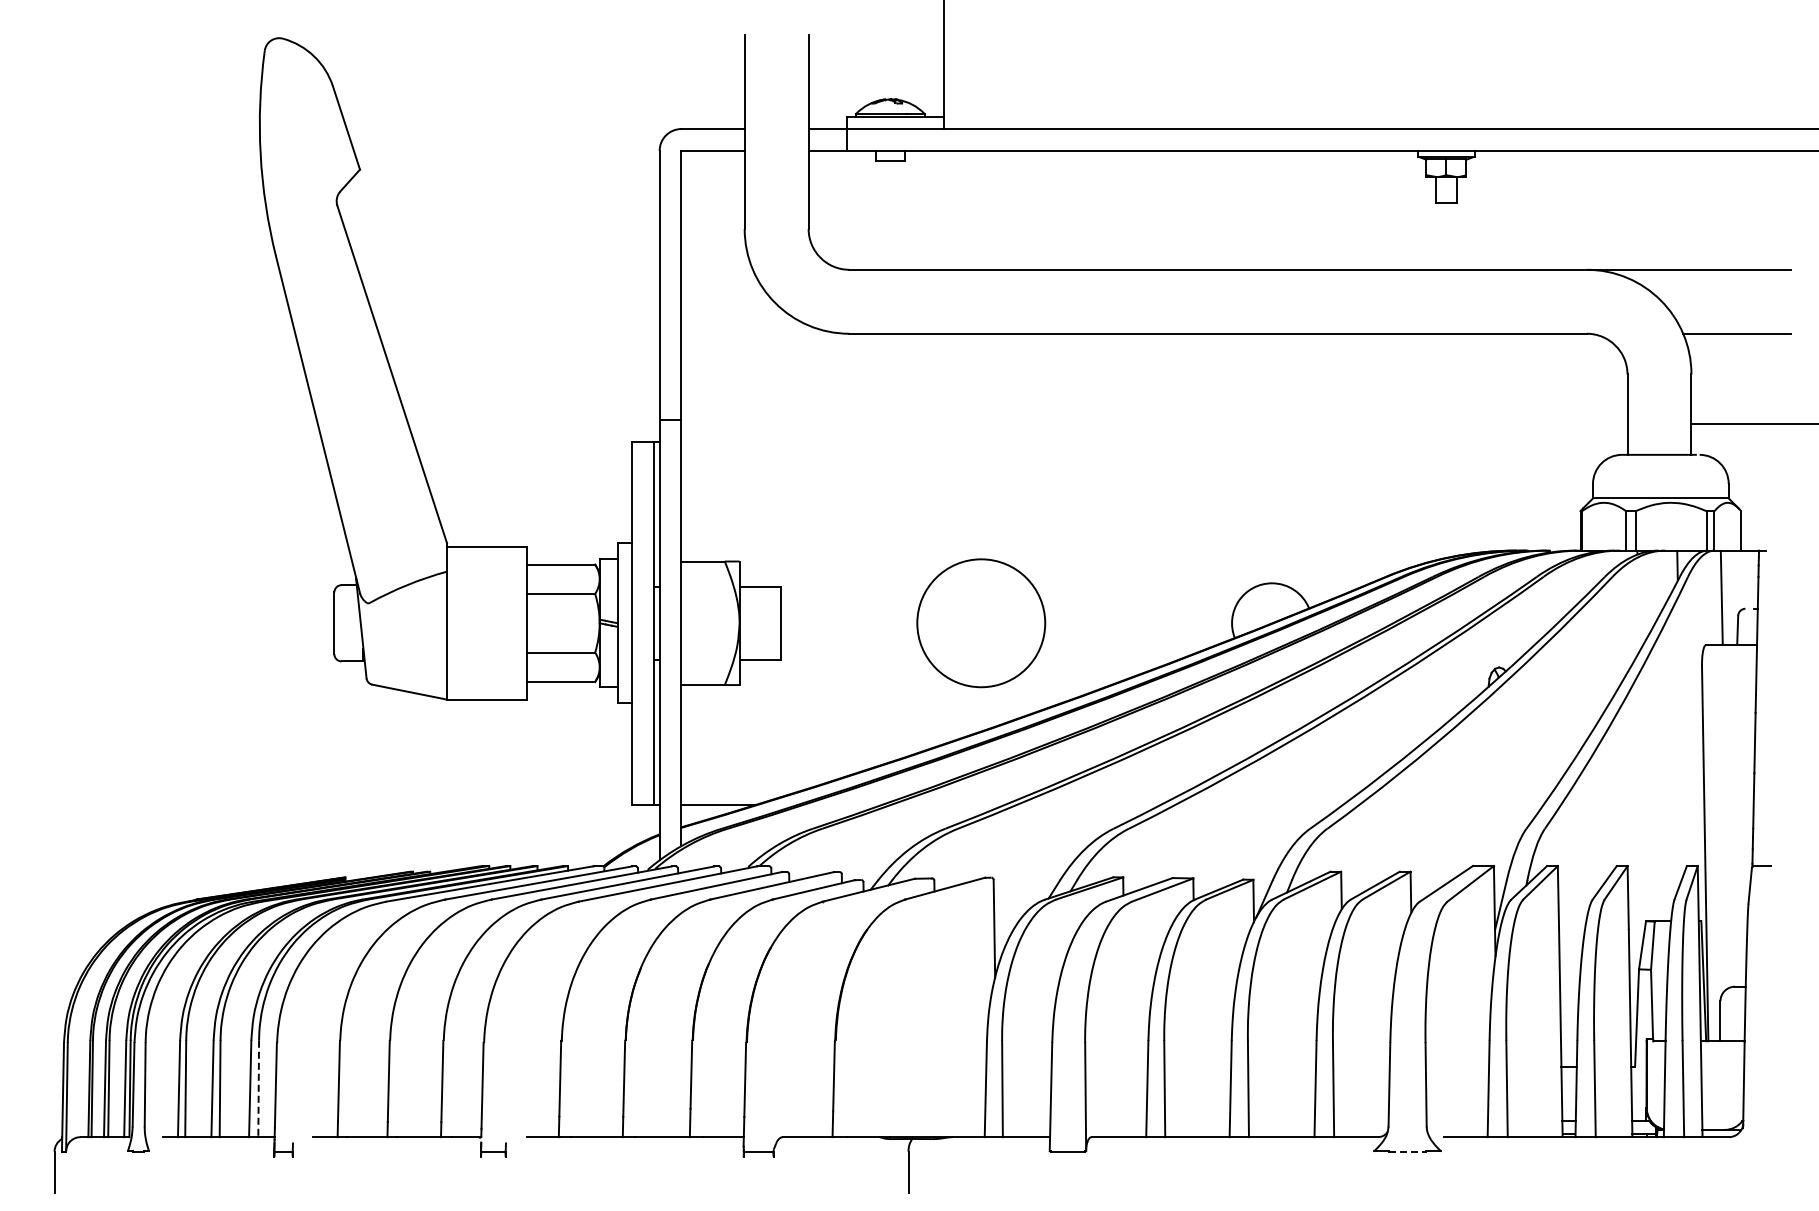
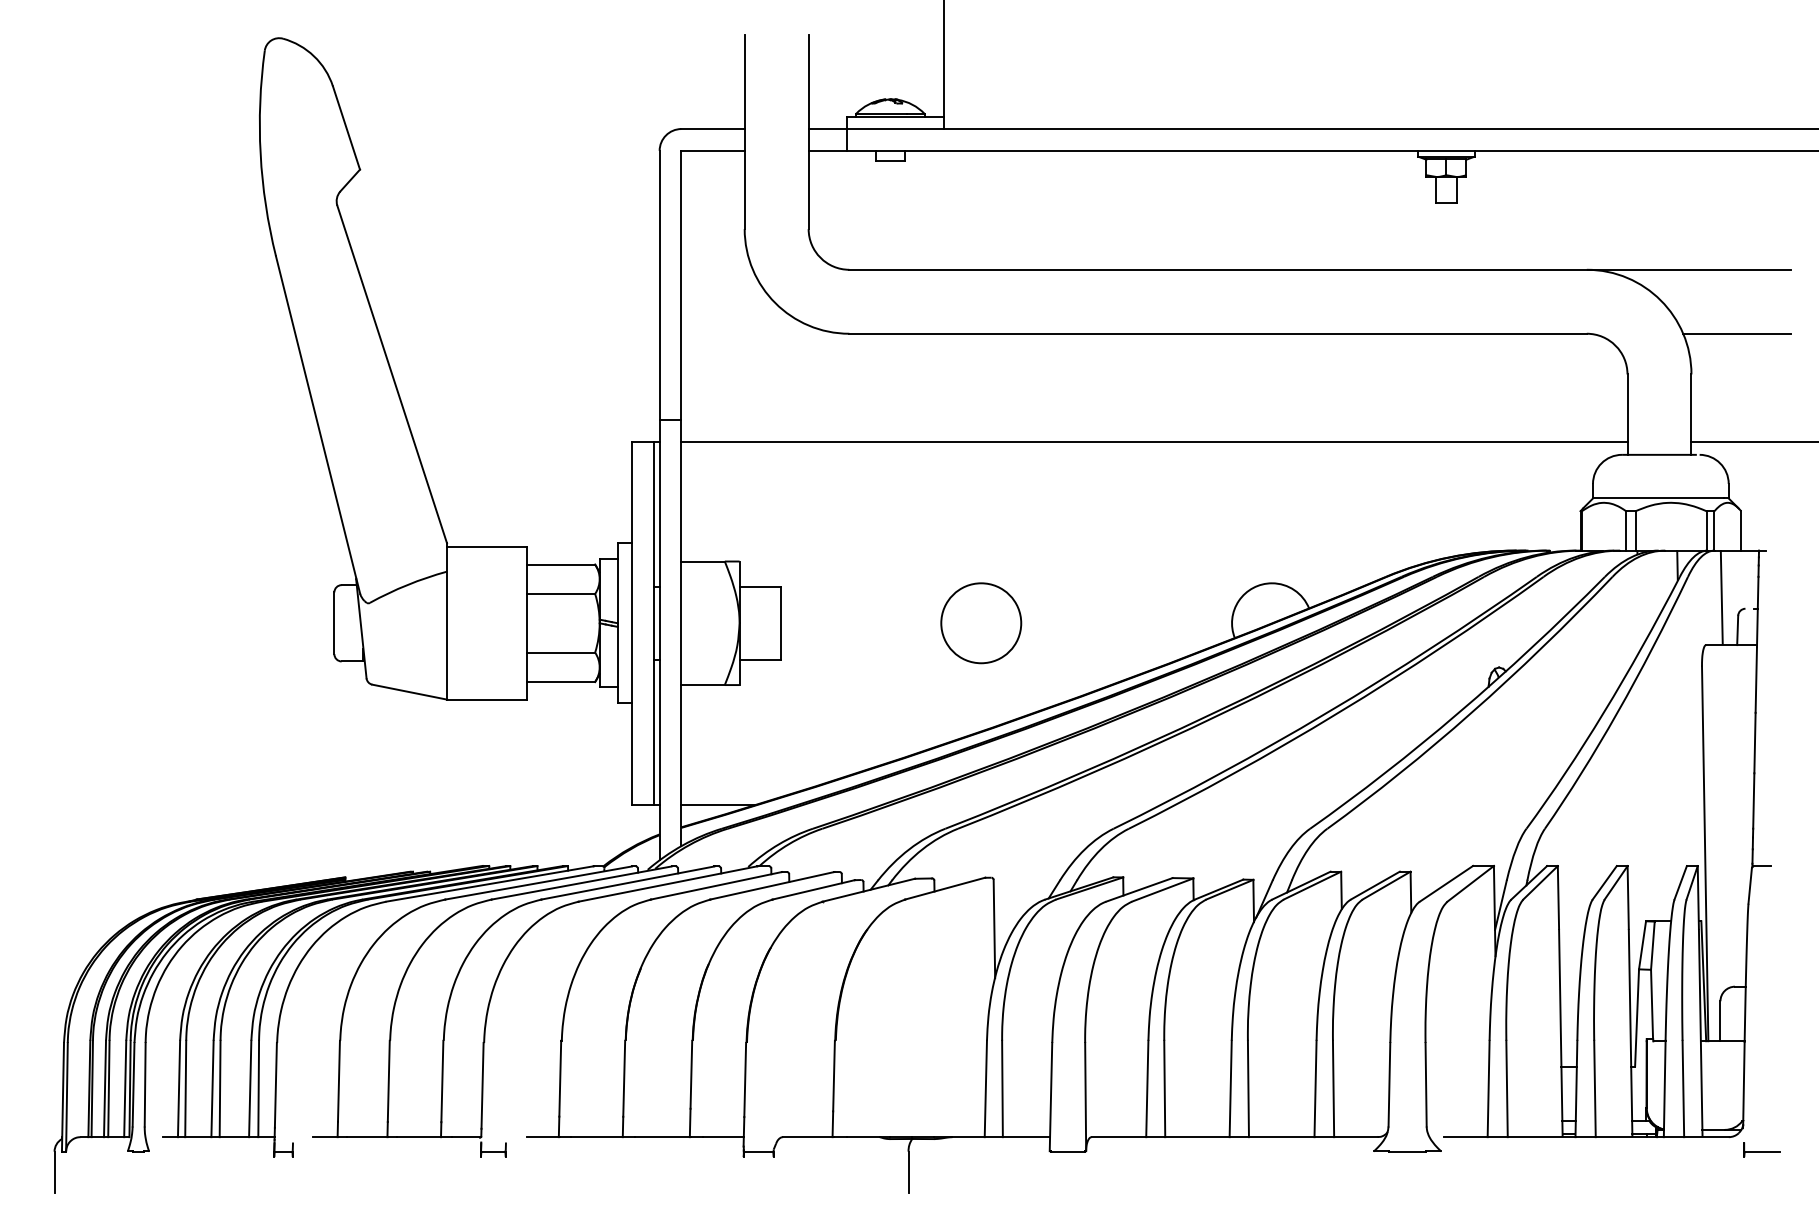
line at (1753, 423) position: (1753, 423) -> (1753, 441)
line at (1154, 441): none -> present
circle at (981, 623) diameter: 128 px -> 80 px
line at (258, 1089): dashed -> solid
part at (1761, 1149): none -> present
line at (1408, 1151): dashed -> solid
